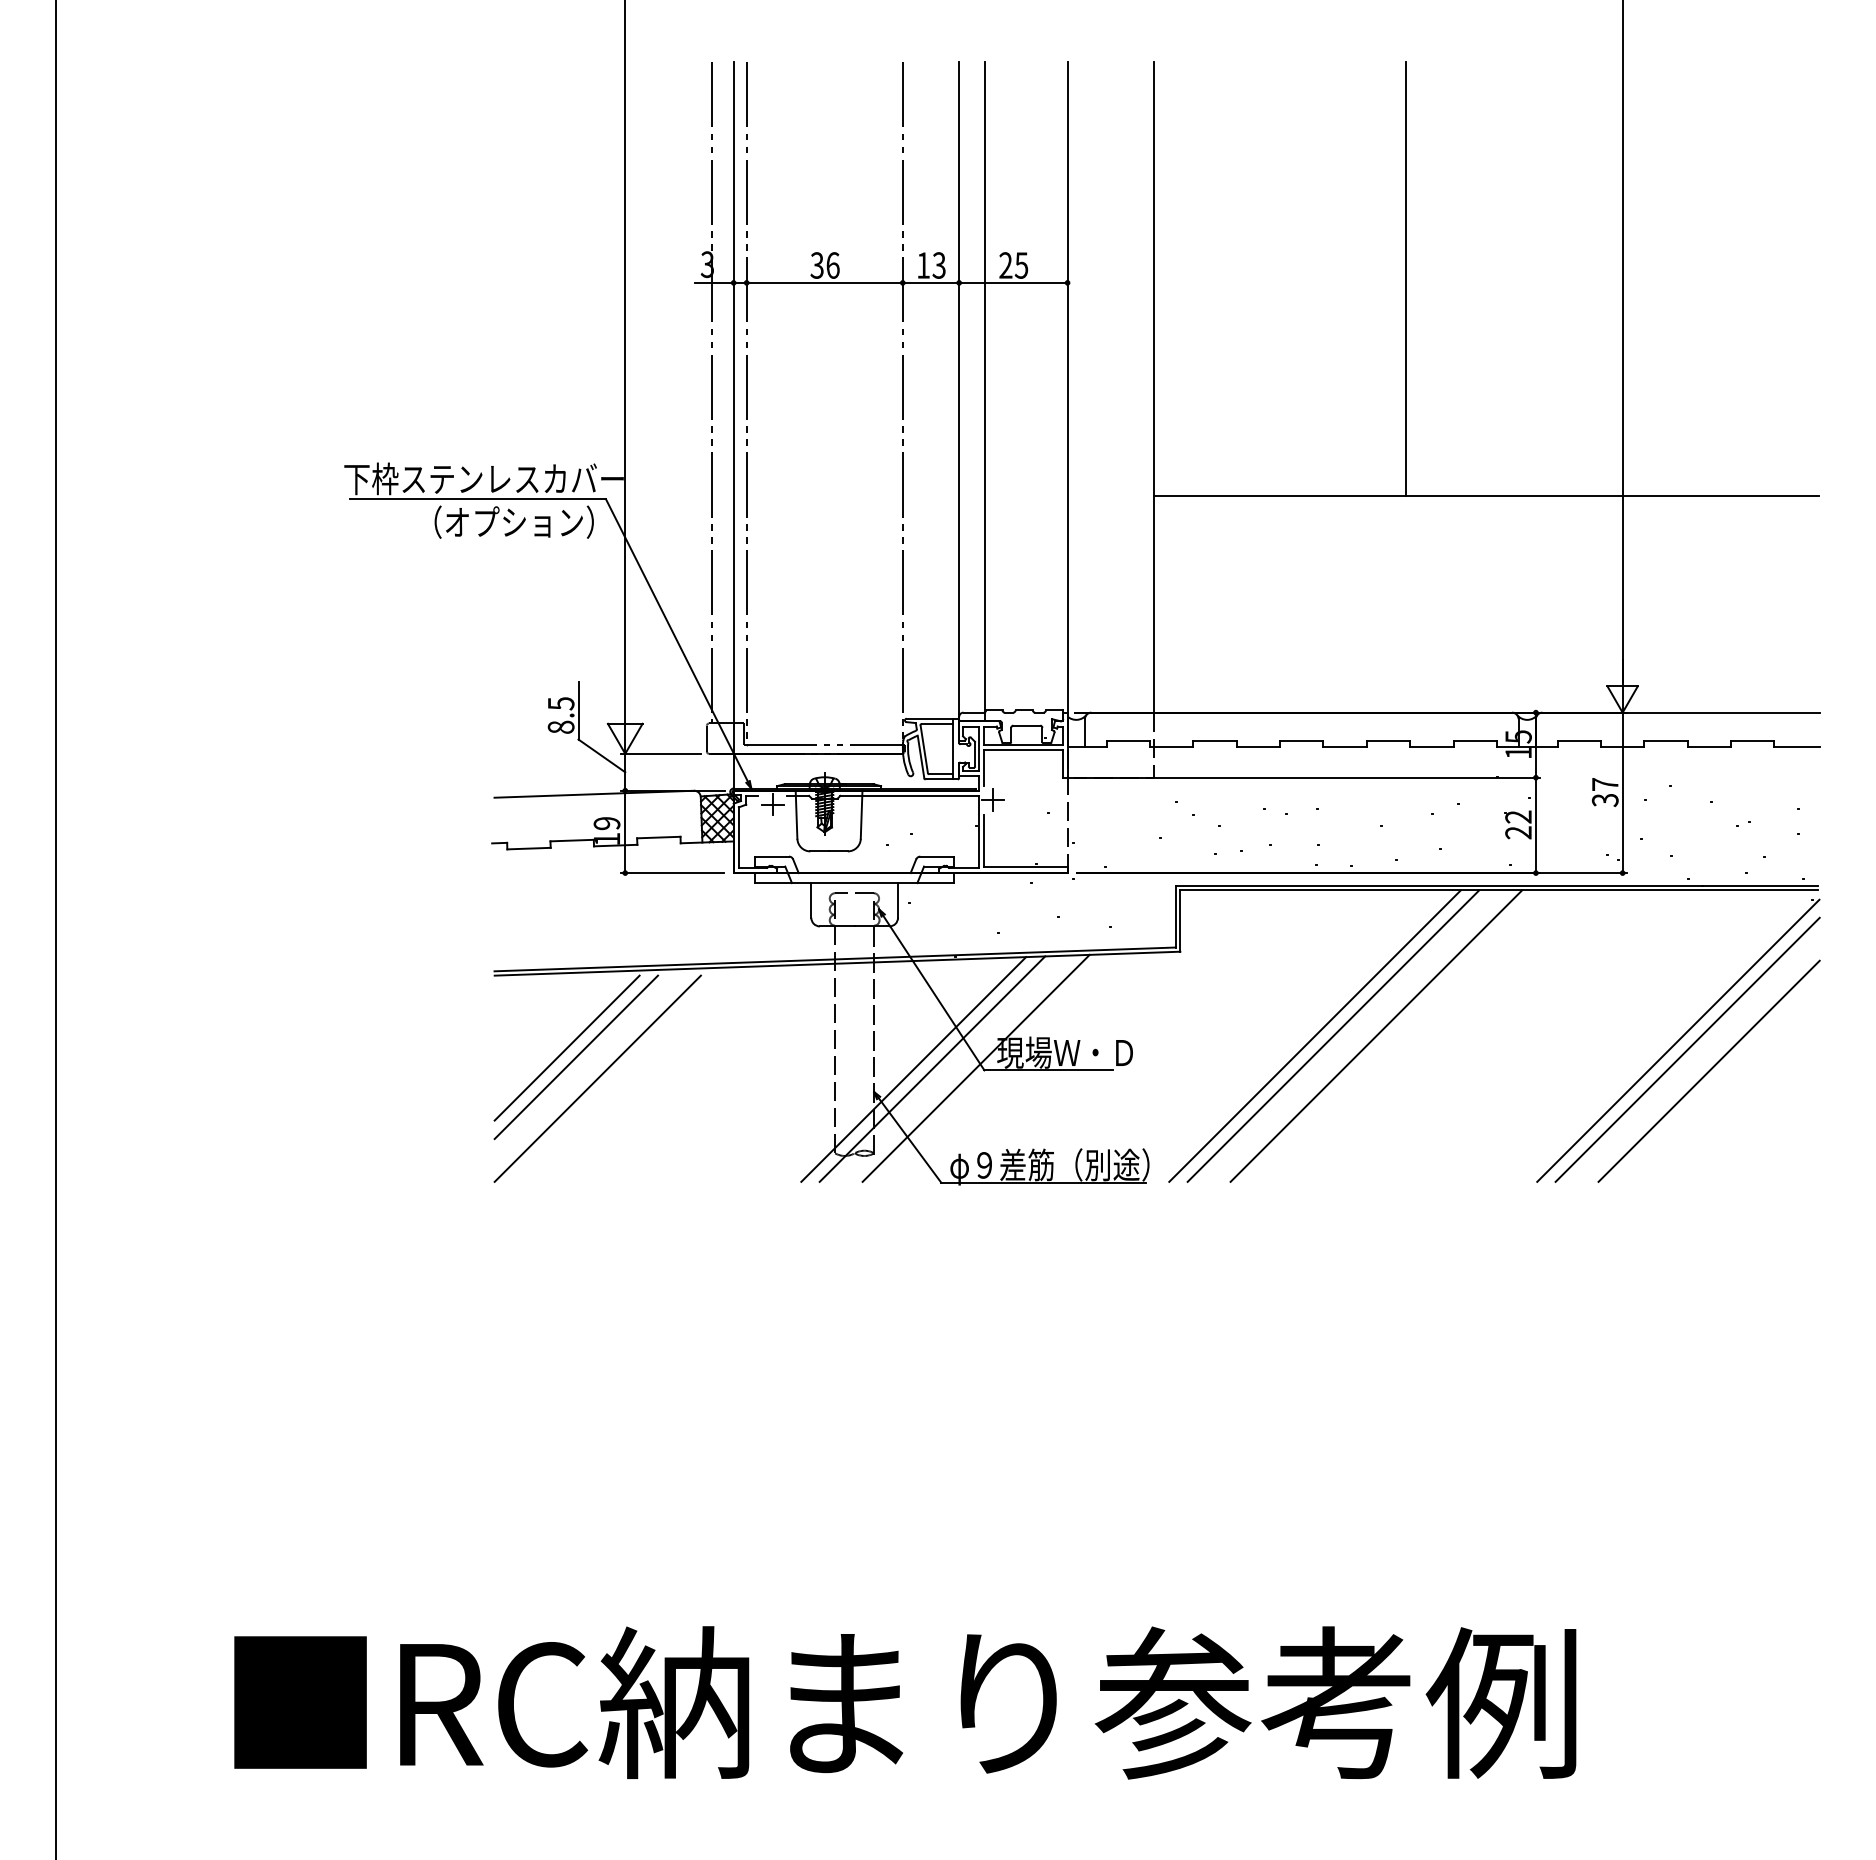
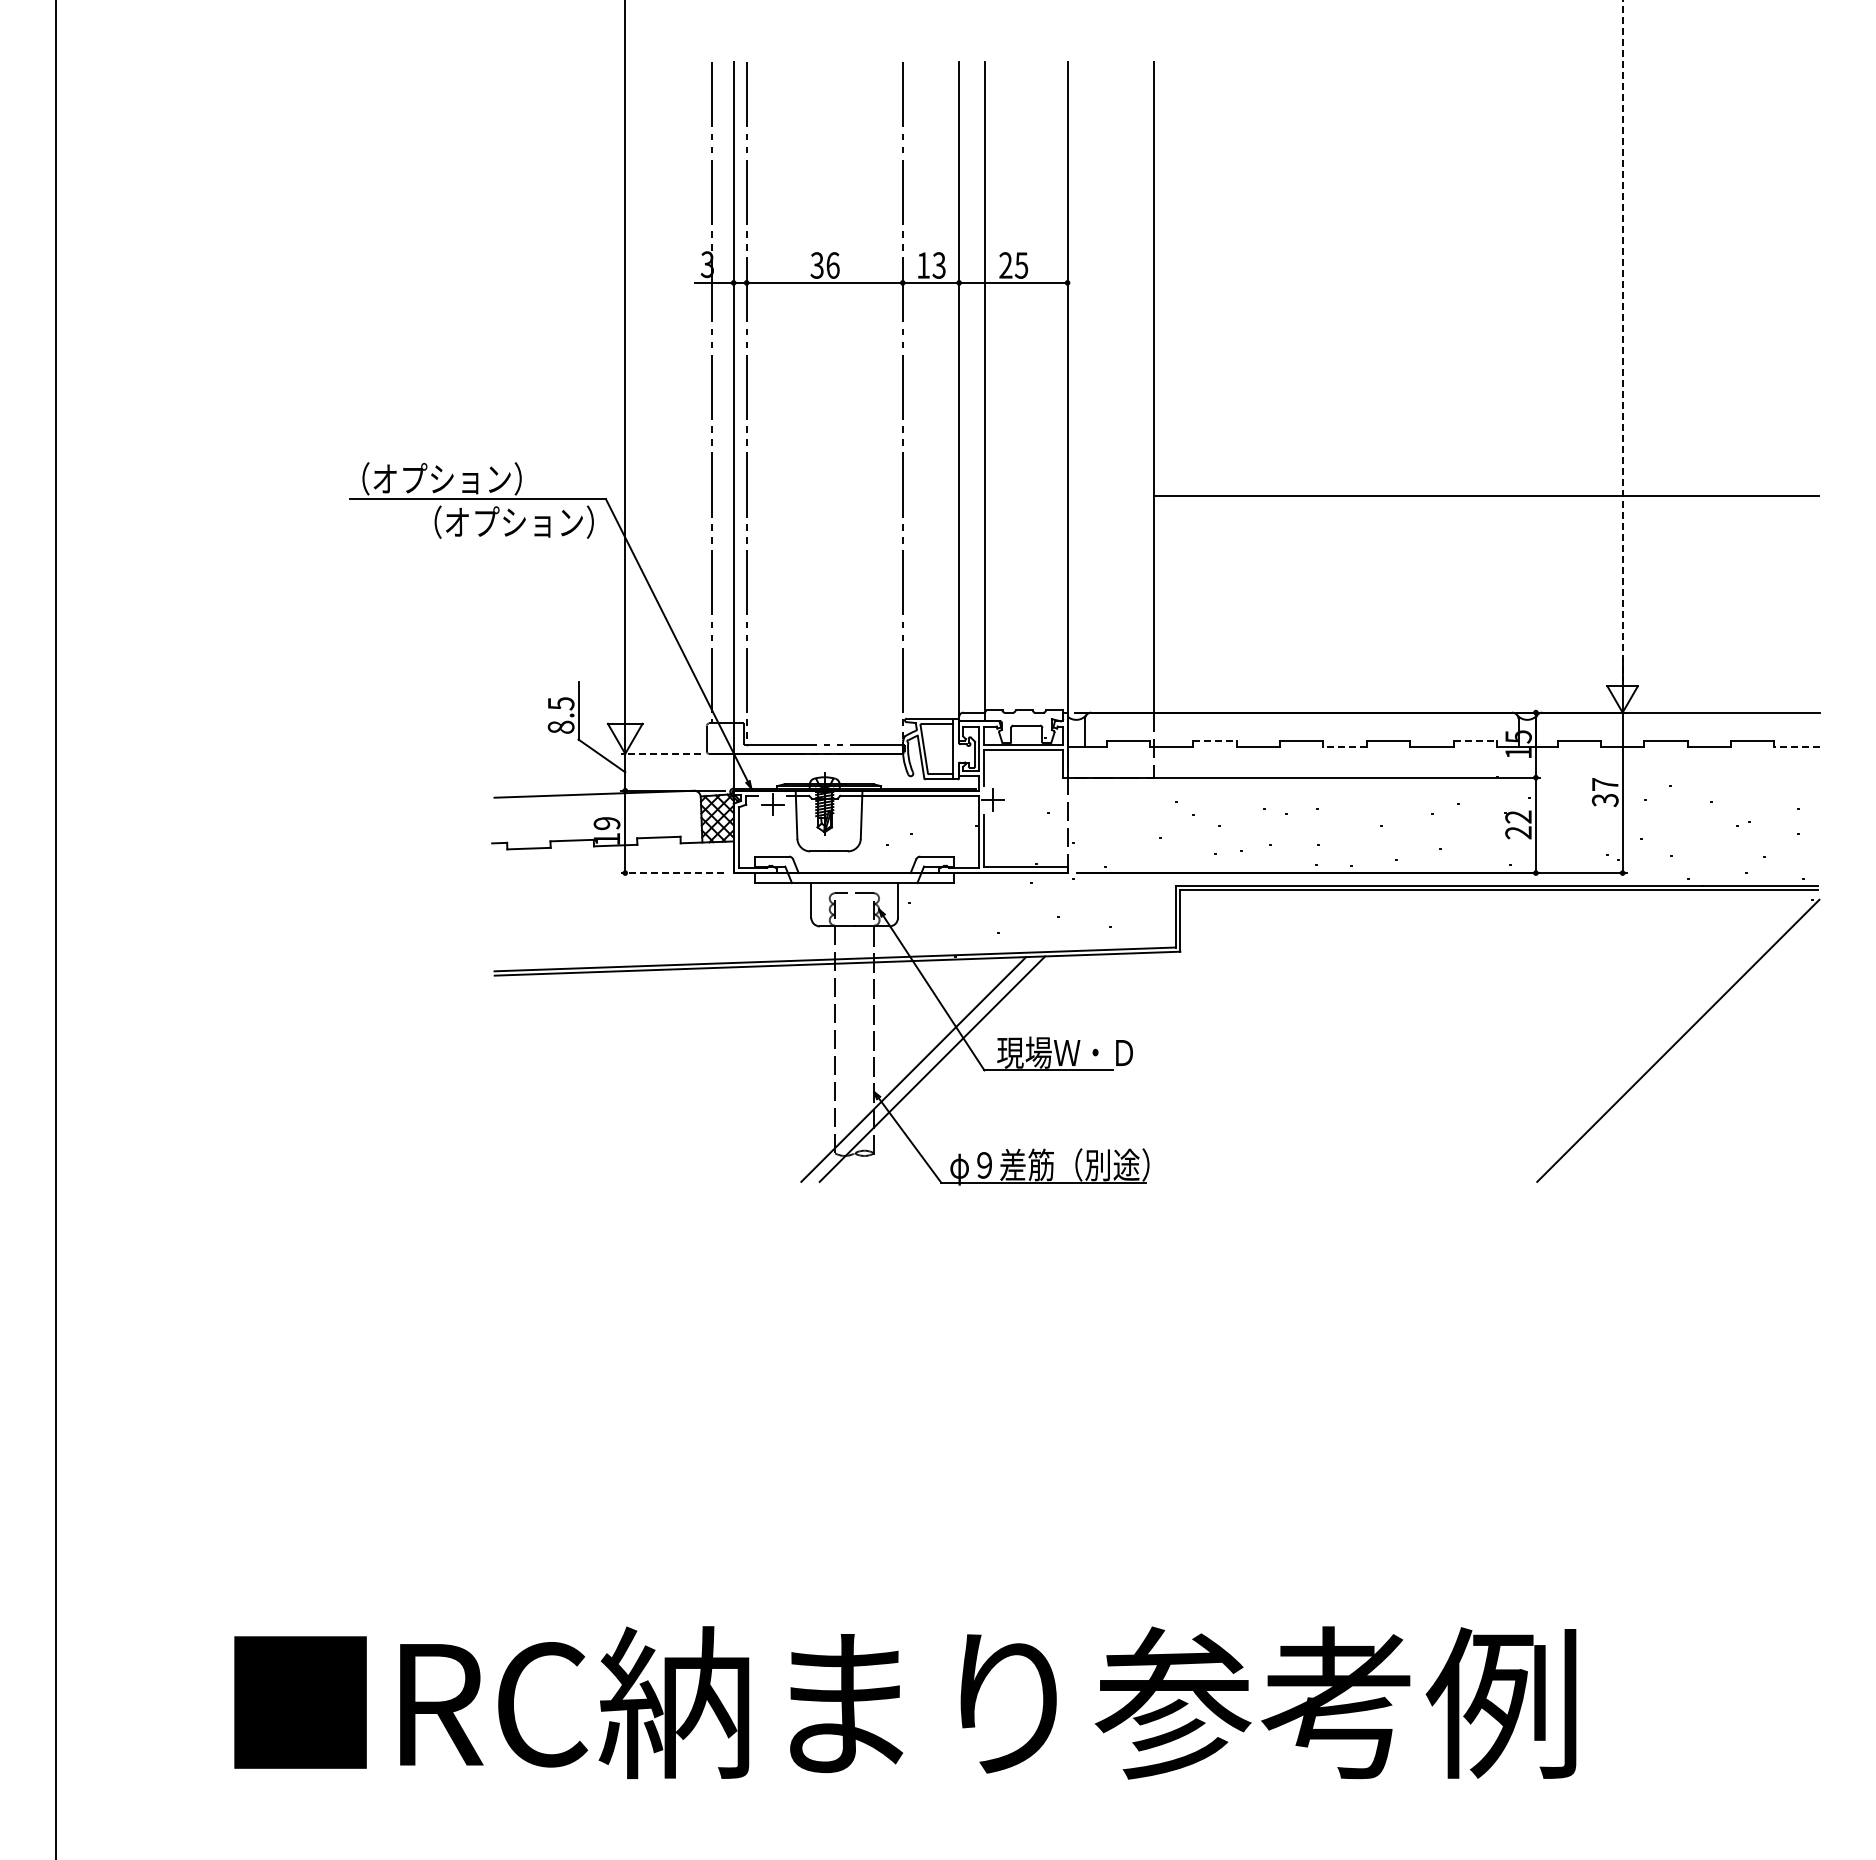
line at (1405, 278): present -> none
line at (1622, 341): solid -> dashed
text at (483, 478): 下枠ステンレスカバー -> （オプション）
line at (1215, 740): solid -> dashed
line at (1475, 740): solid -> dashed
line at (1345, 747): solid -> dashed
line at (1797, 747): solid -> dashed
line at (660, 753): solid -> dashed
line at (672, 873): solid -> dashed
line at (1314, 1035): present -> none
line at (1333, 1035): present -> none
line at (1376, 1035): present -> none
line at (566, 1047): present -> none
line at (1687, 1049): present -> none
line at (576, 1057): present -> none
line at (975, 1067): present -> none
line at (1708, 1070): present -> none
line at (597, 1078): present -> none
